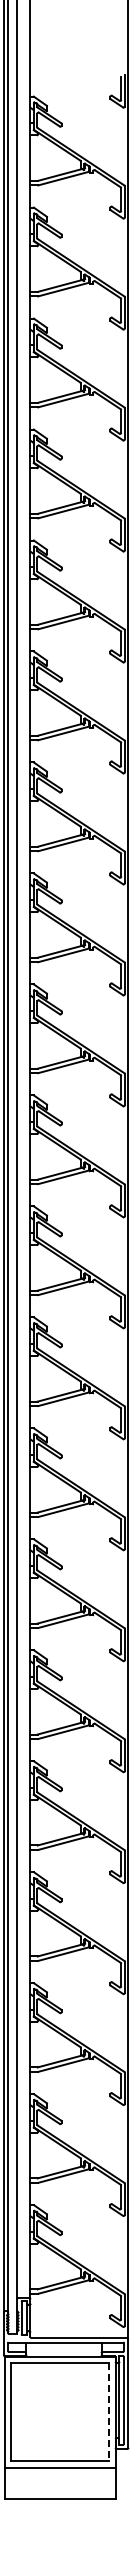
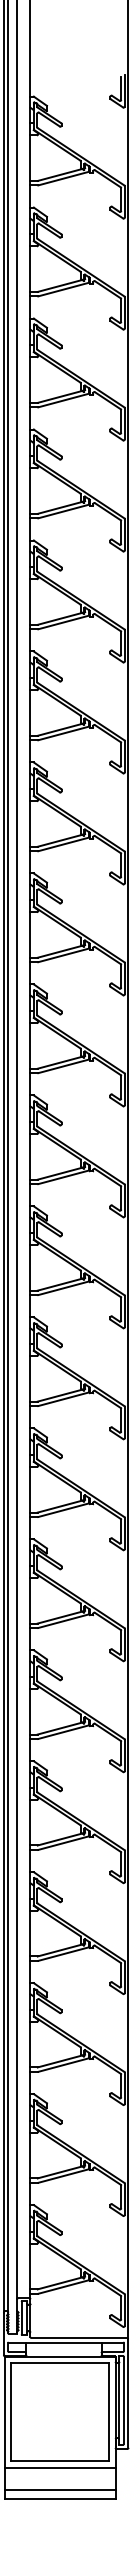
line at (109, 2412): dashed -> solid
line at (59, 2489): none -> present
